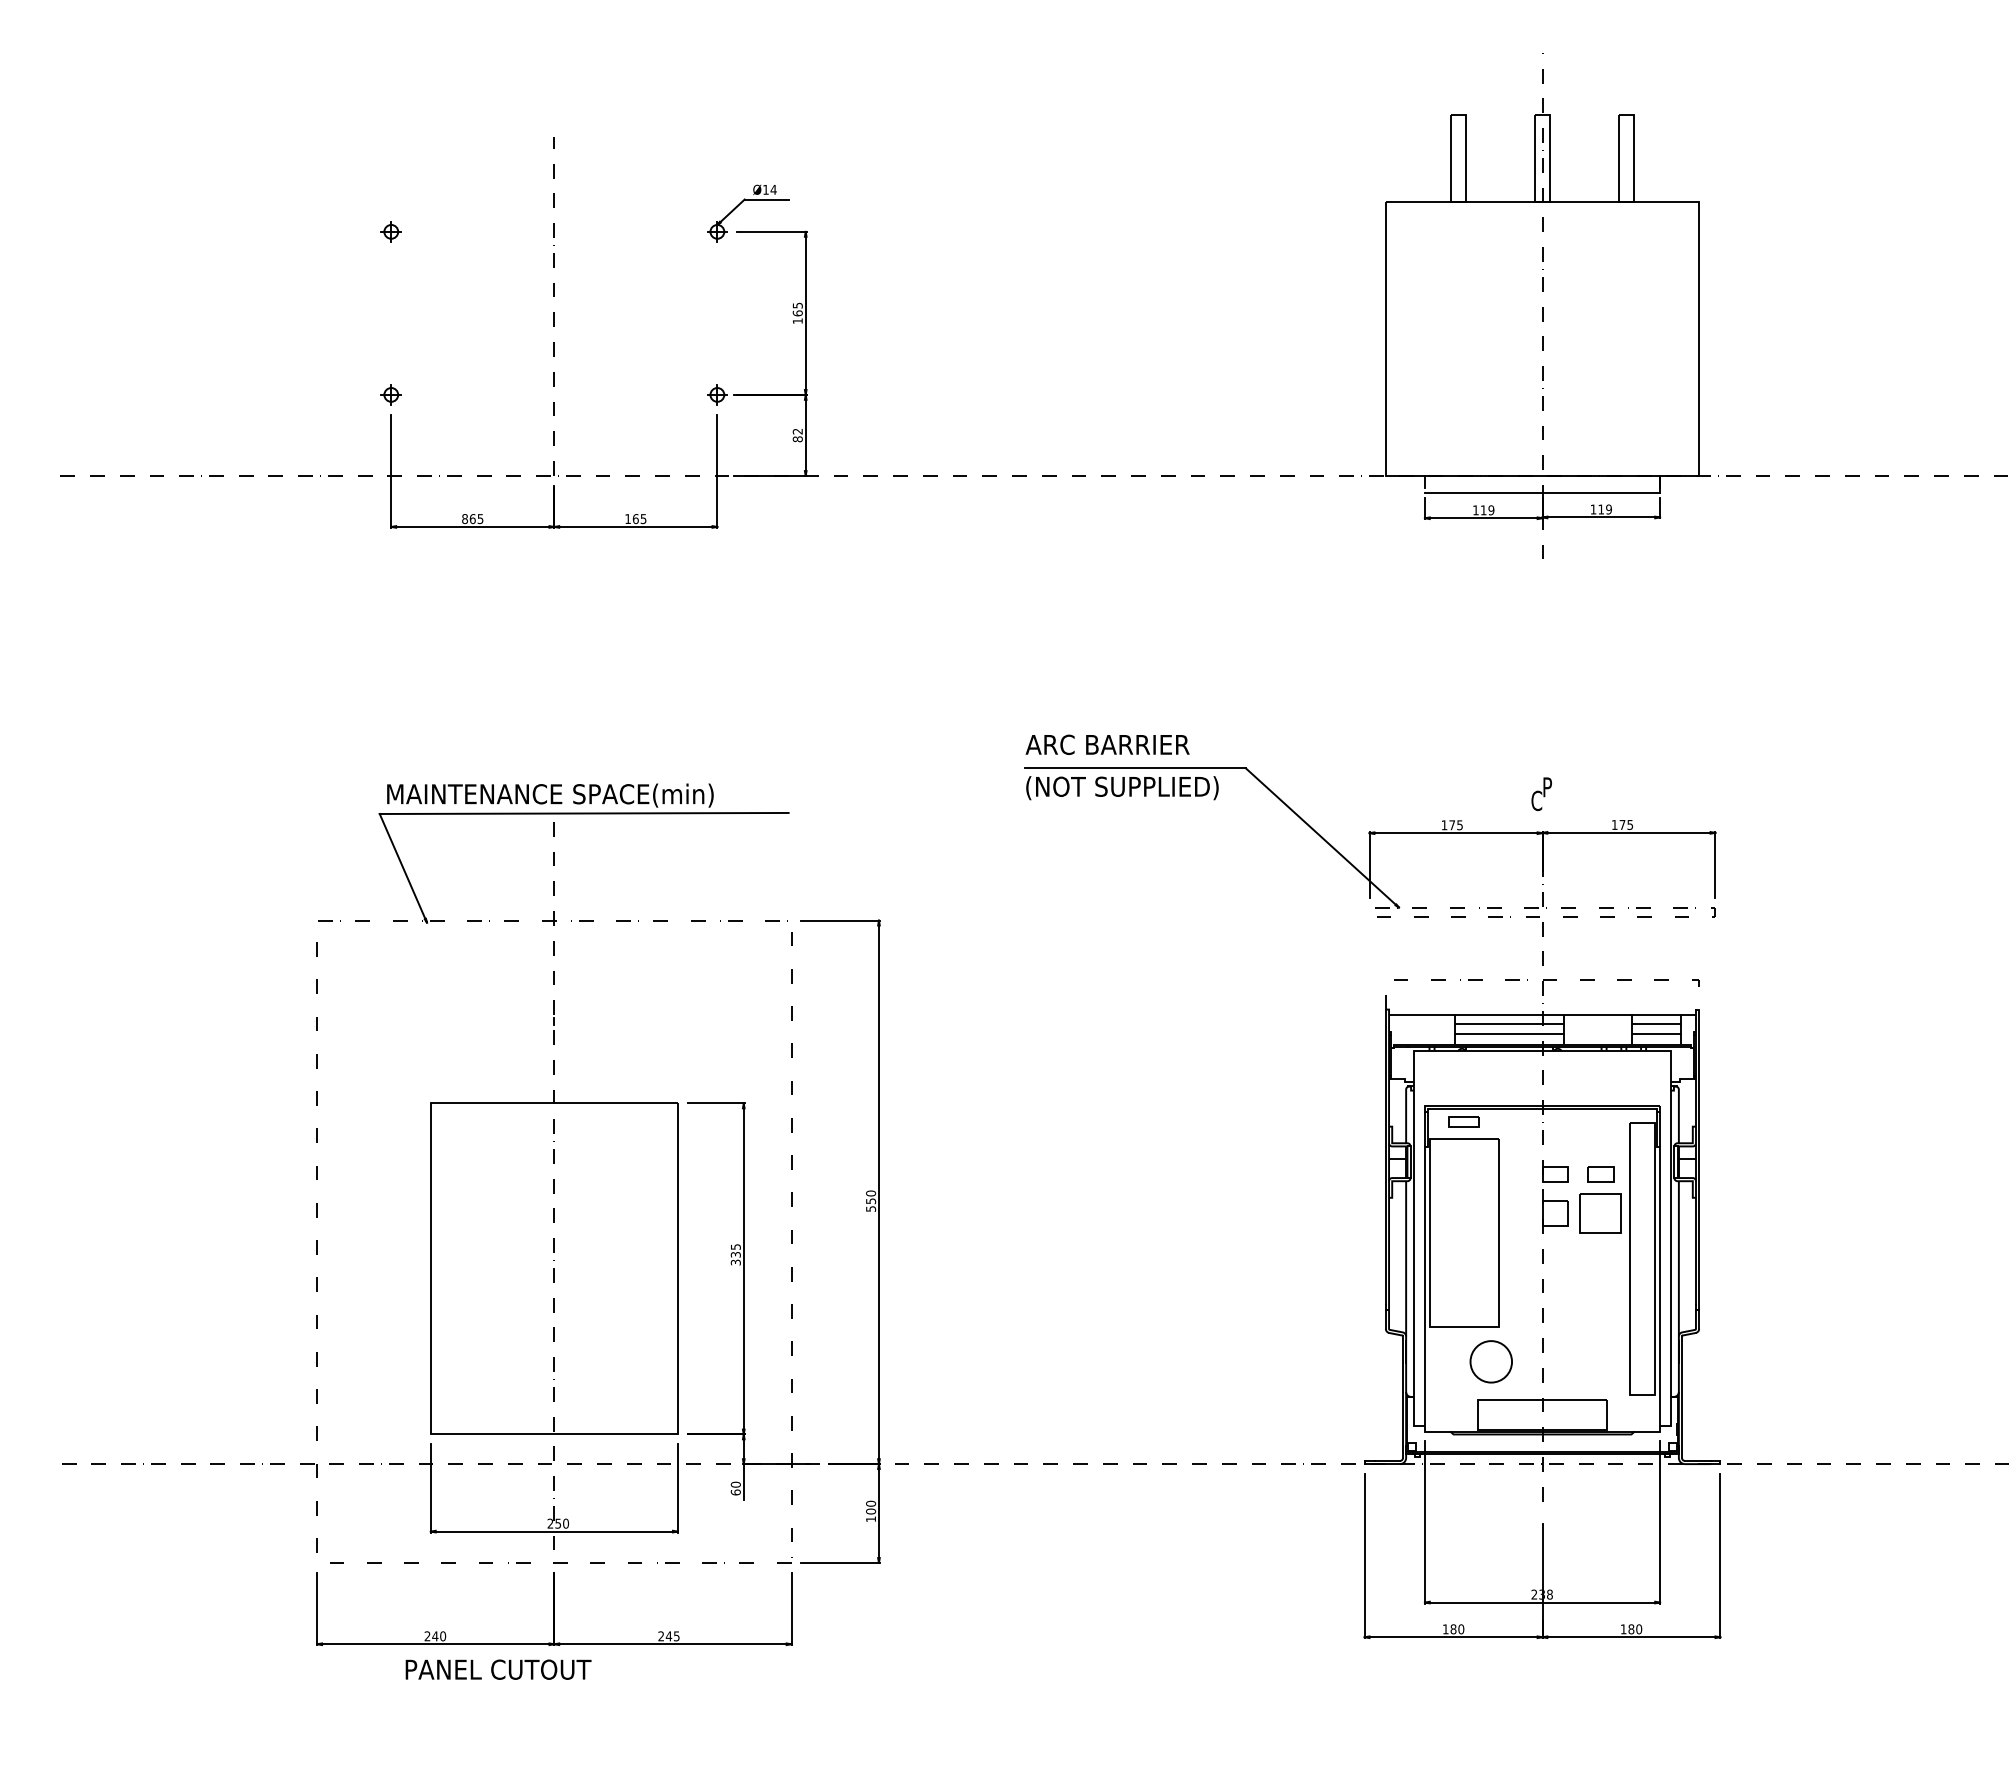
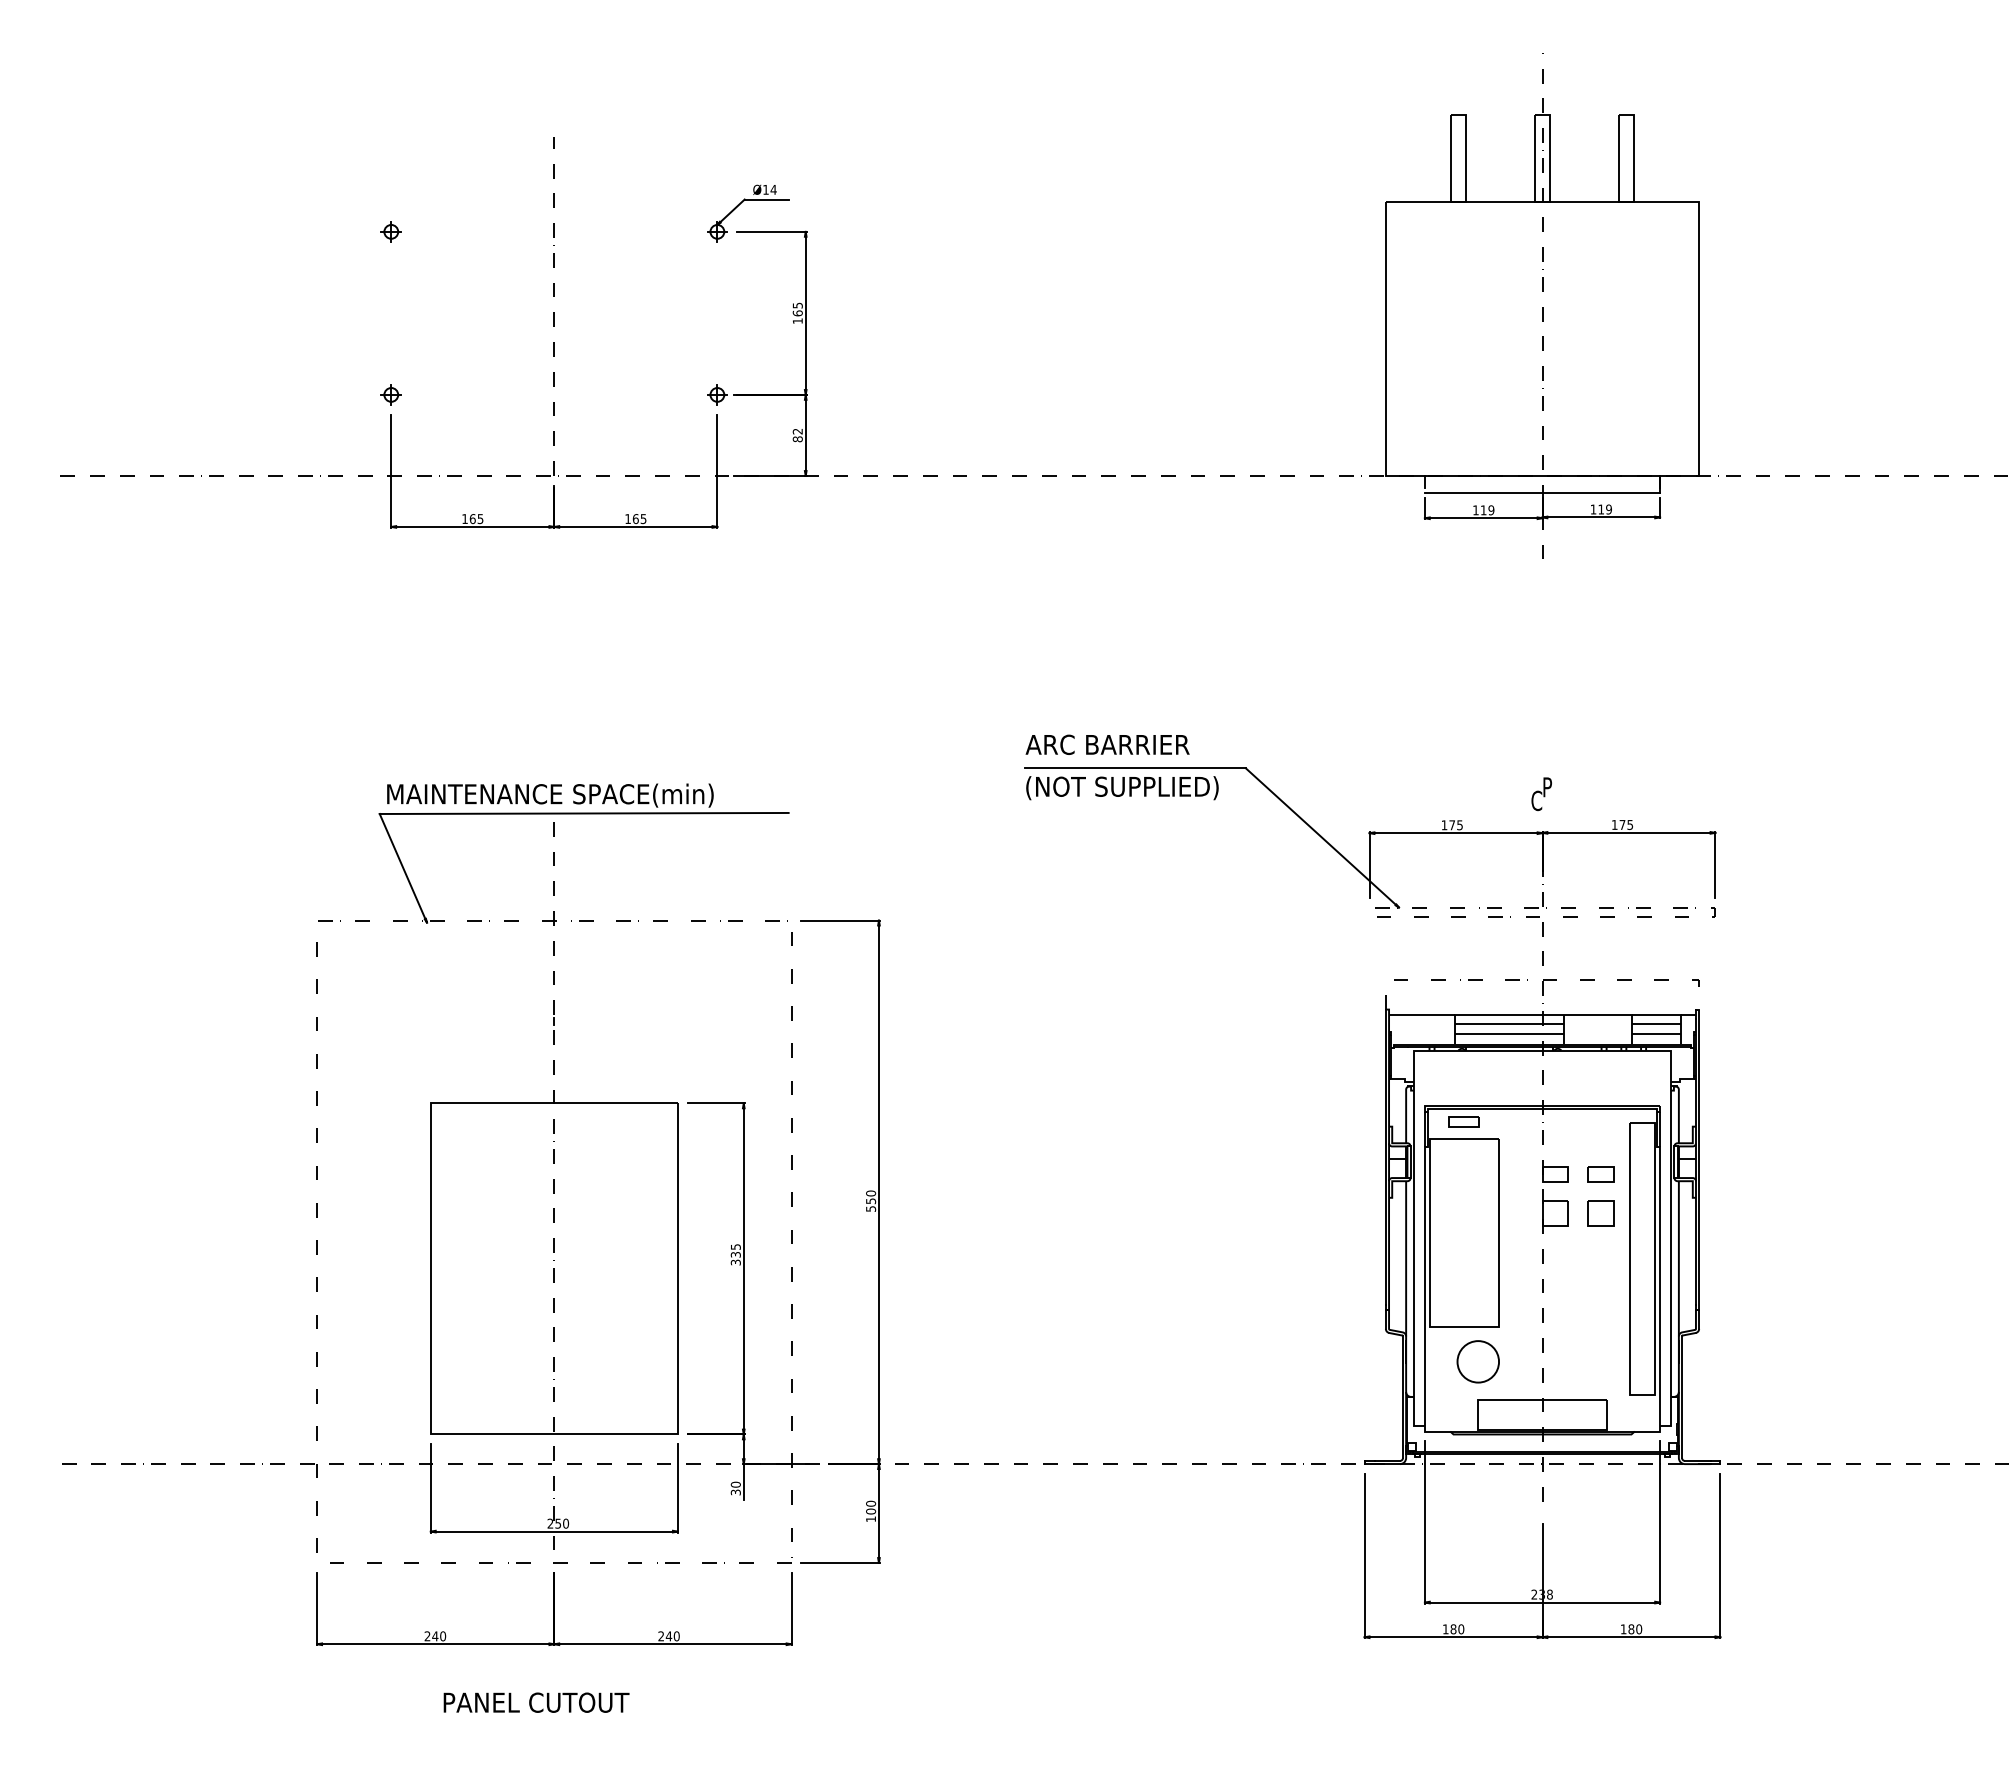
text at (464, 519): 865 -> 165
part at (1600, 1213) size: 43x41 px -> 28x27 px
circle at (1490, 1361) position: (1490, 1361) -> (1477, 1361)
text at (735, 1492): 60 -> 30
text at (676, 1636): 245 -> 240
text at (498, 1669) position: (498, 1669) -> (536, 1702)
